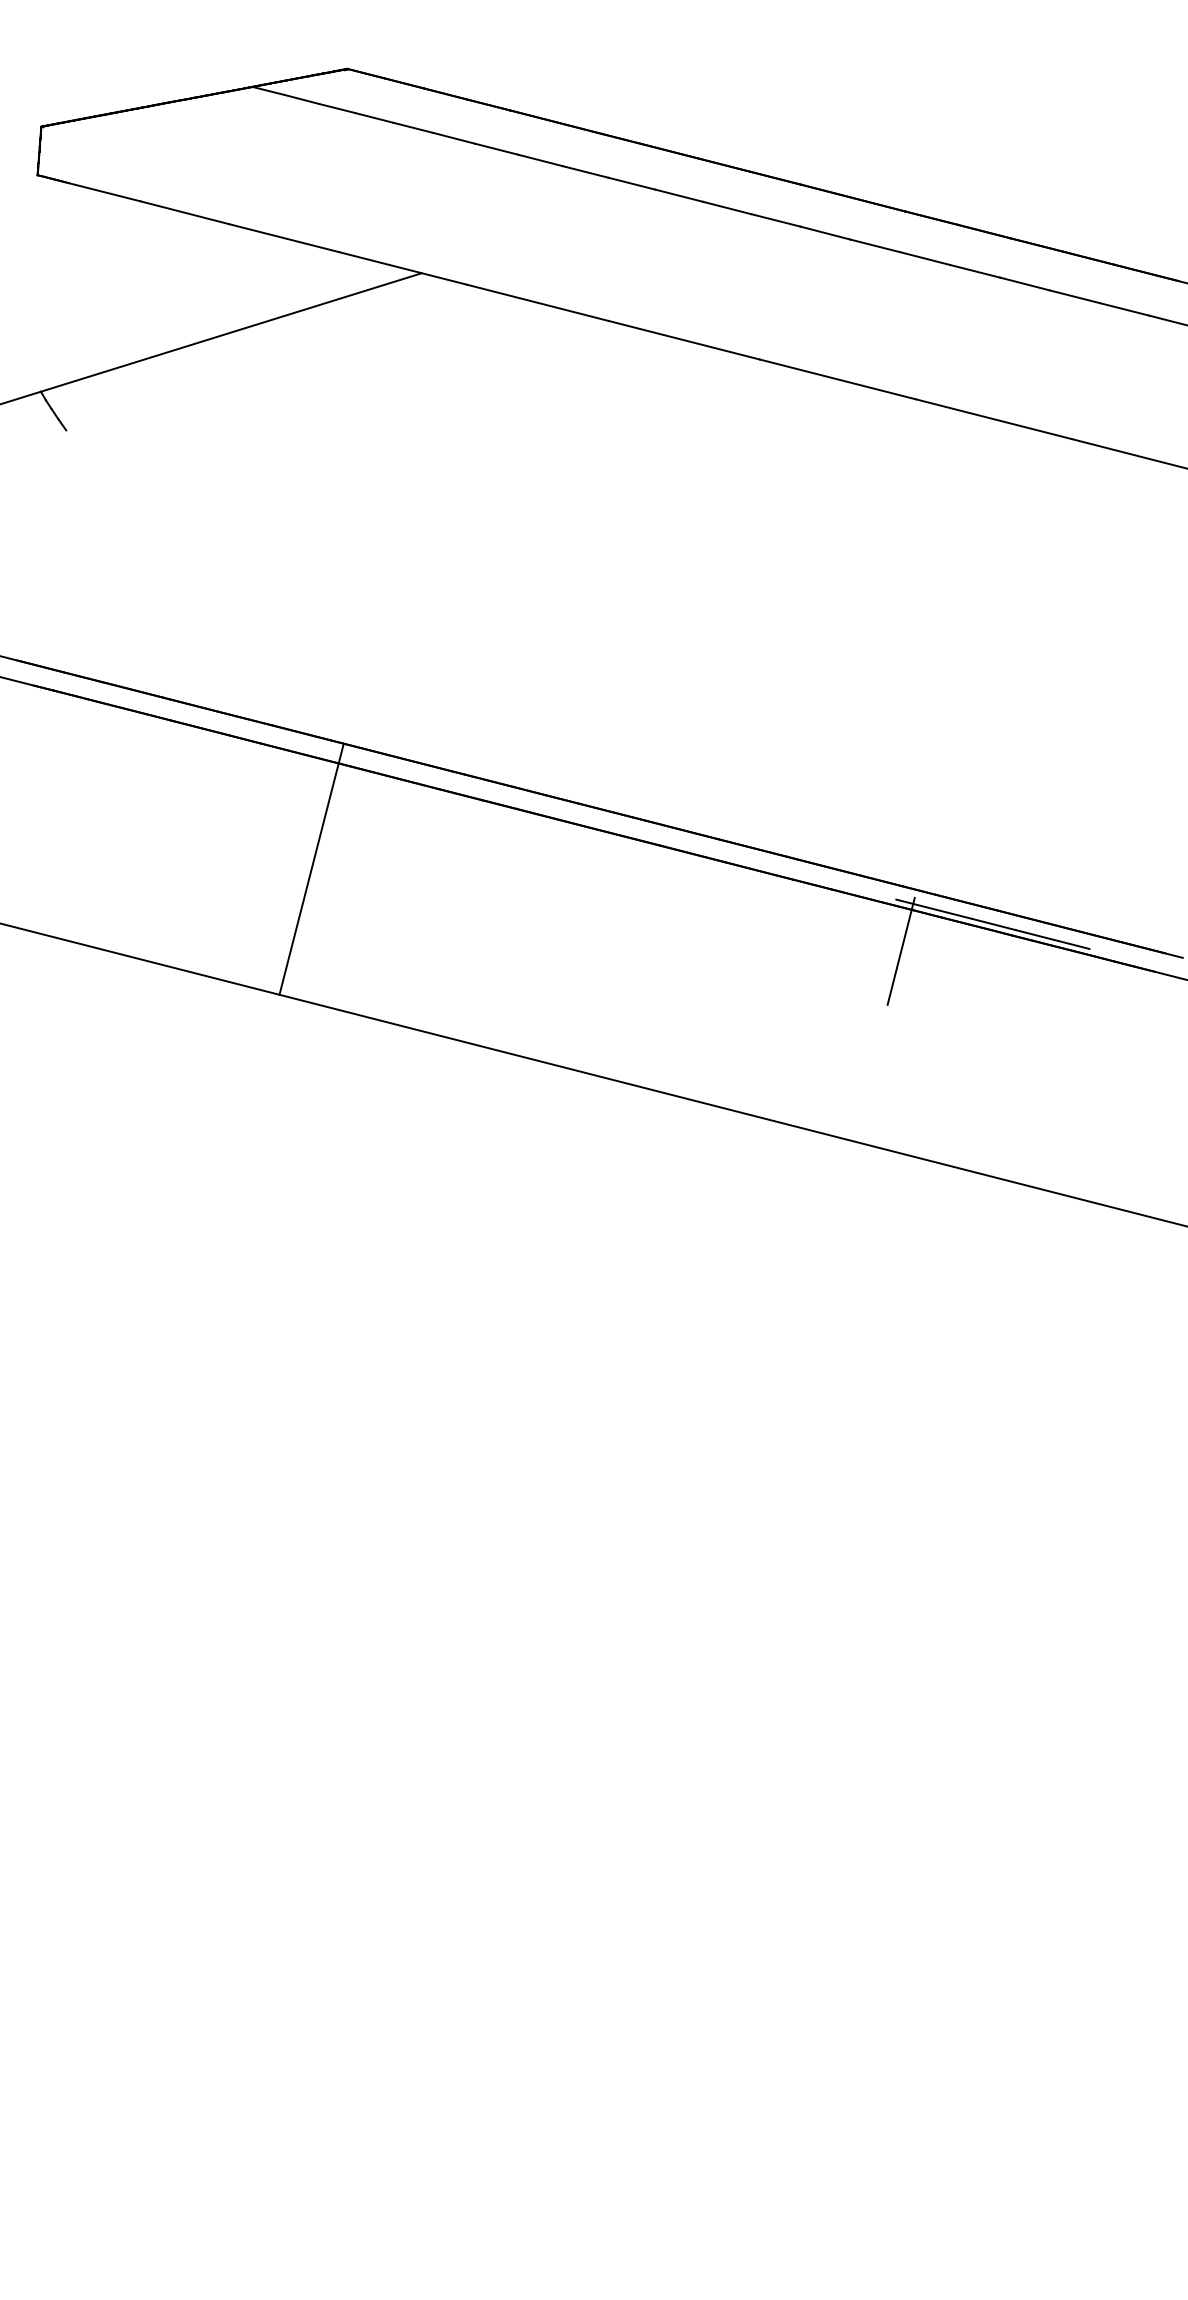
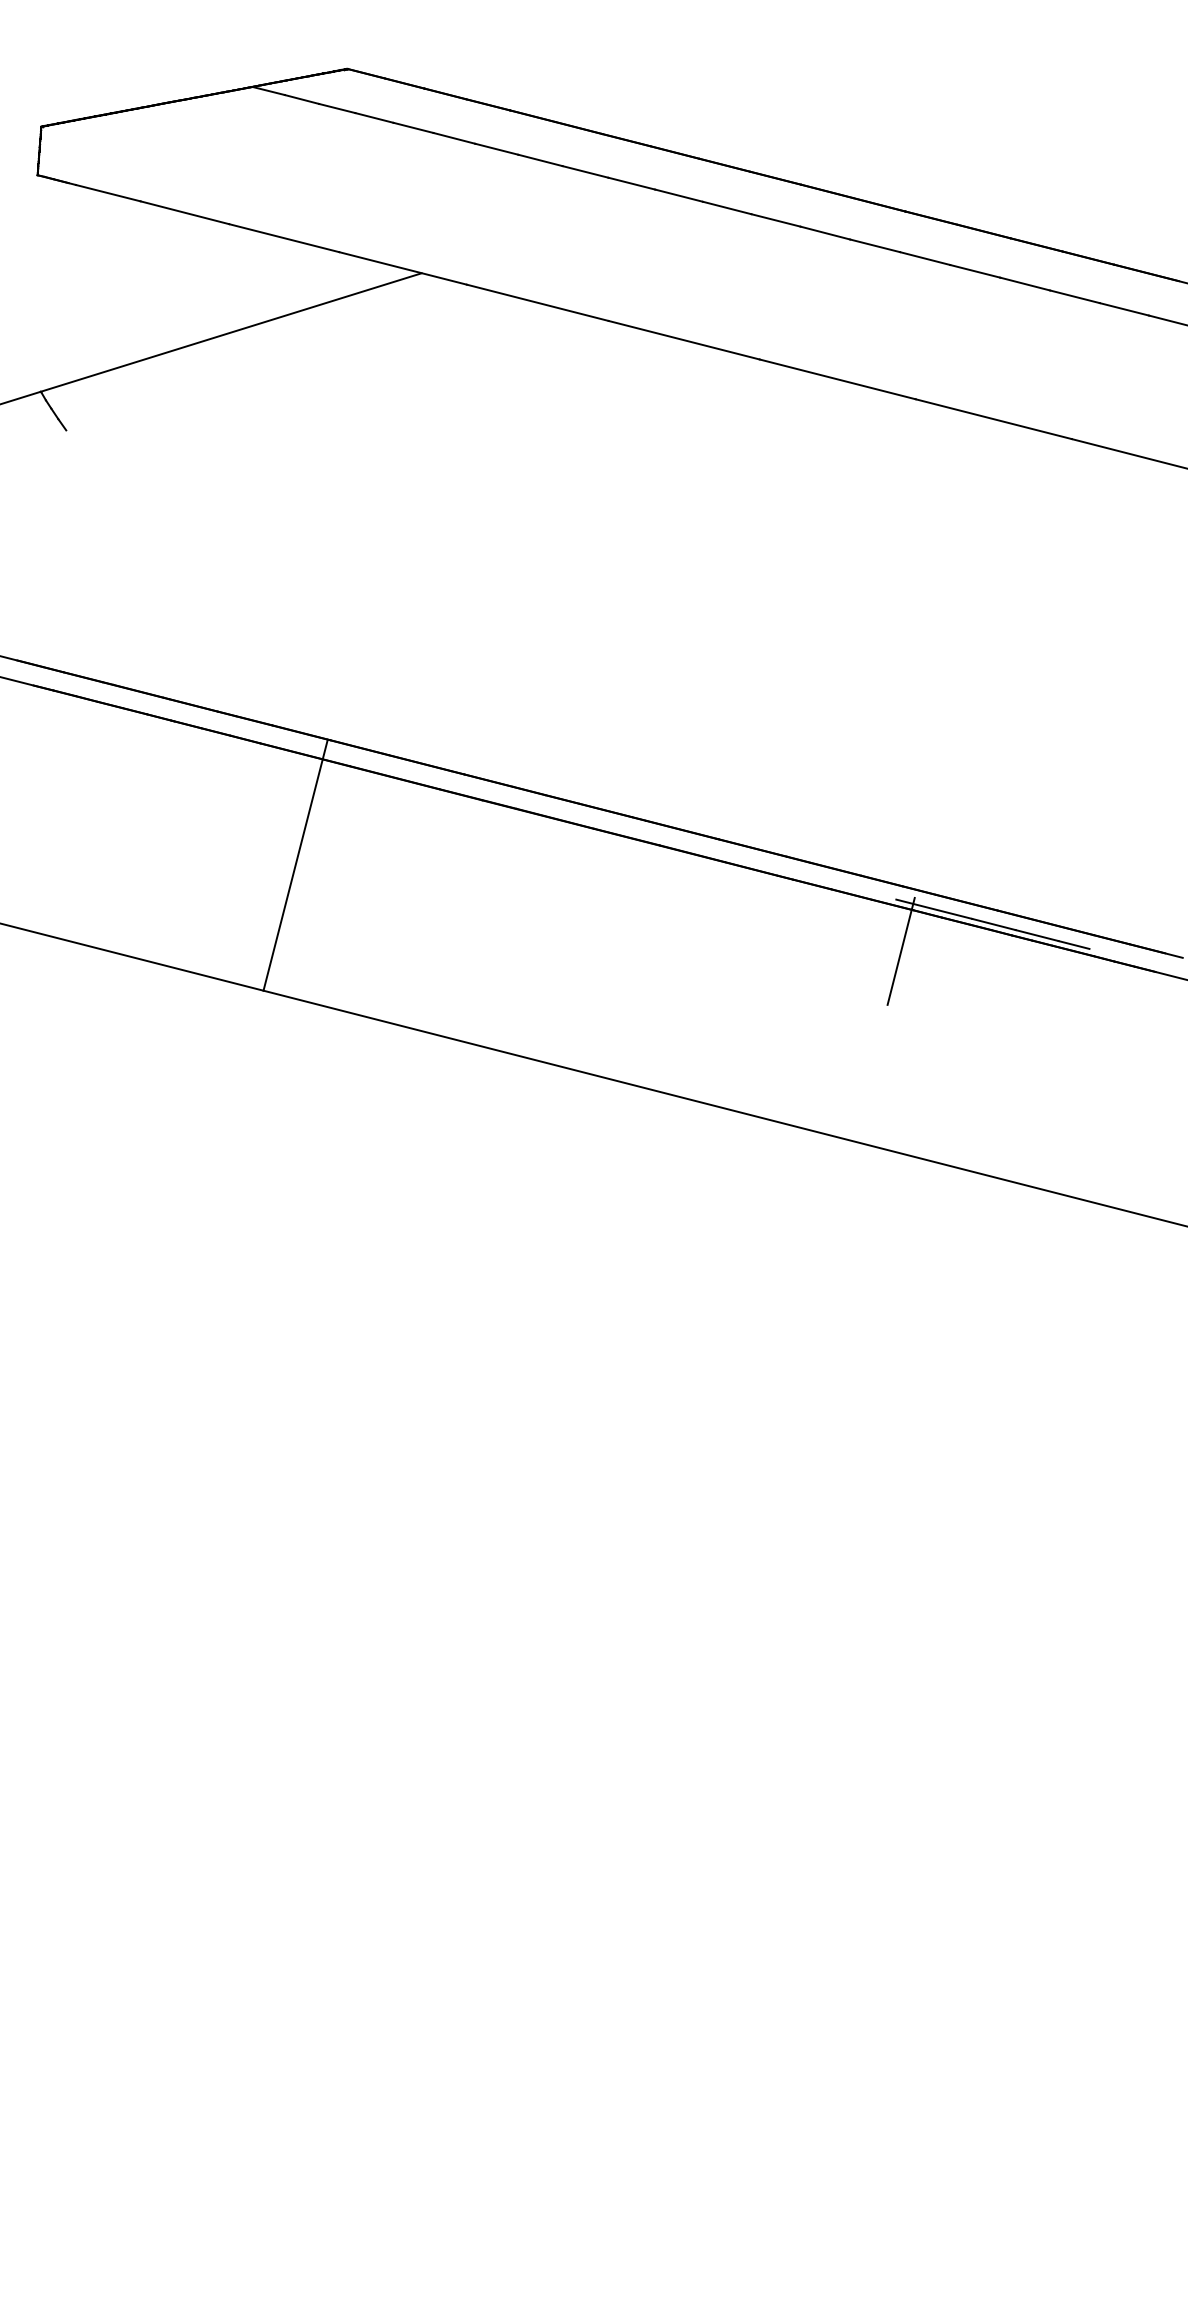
line at (311, 868) position: (311, 868) -> (295, 864)
